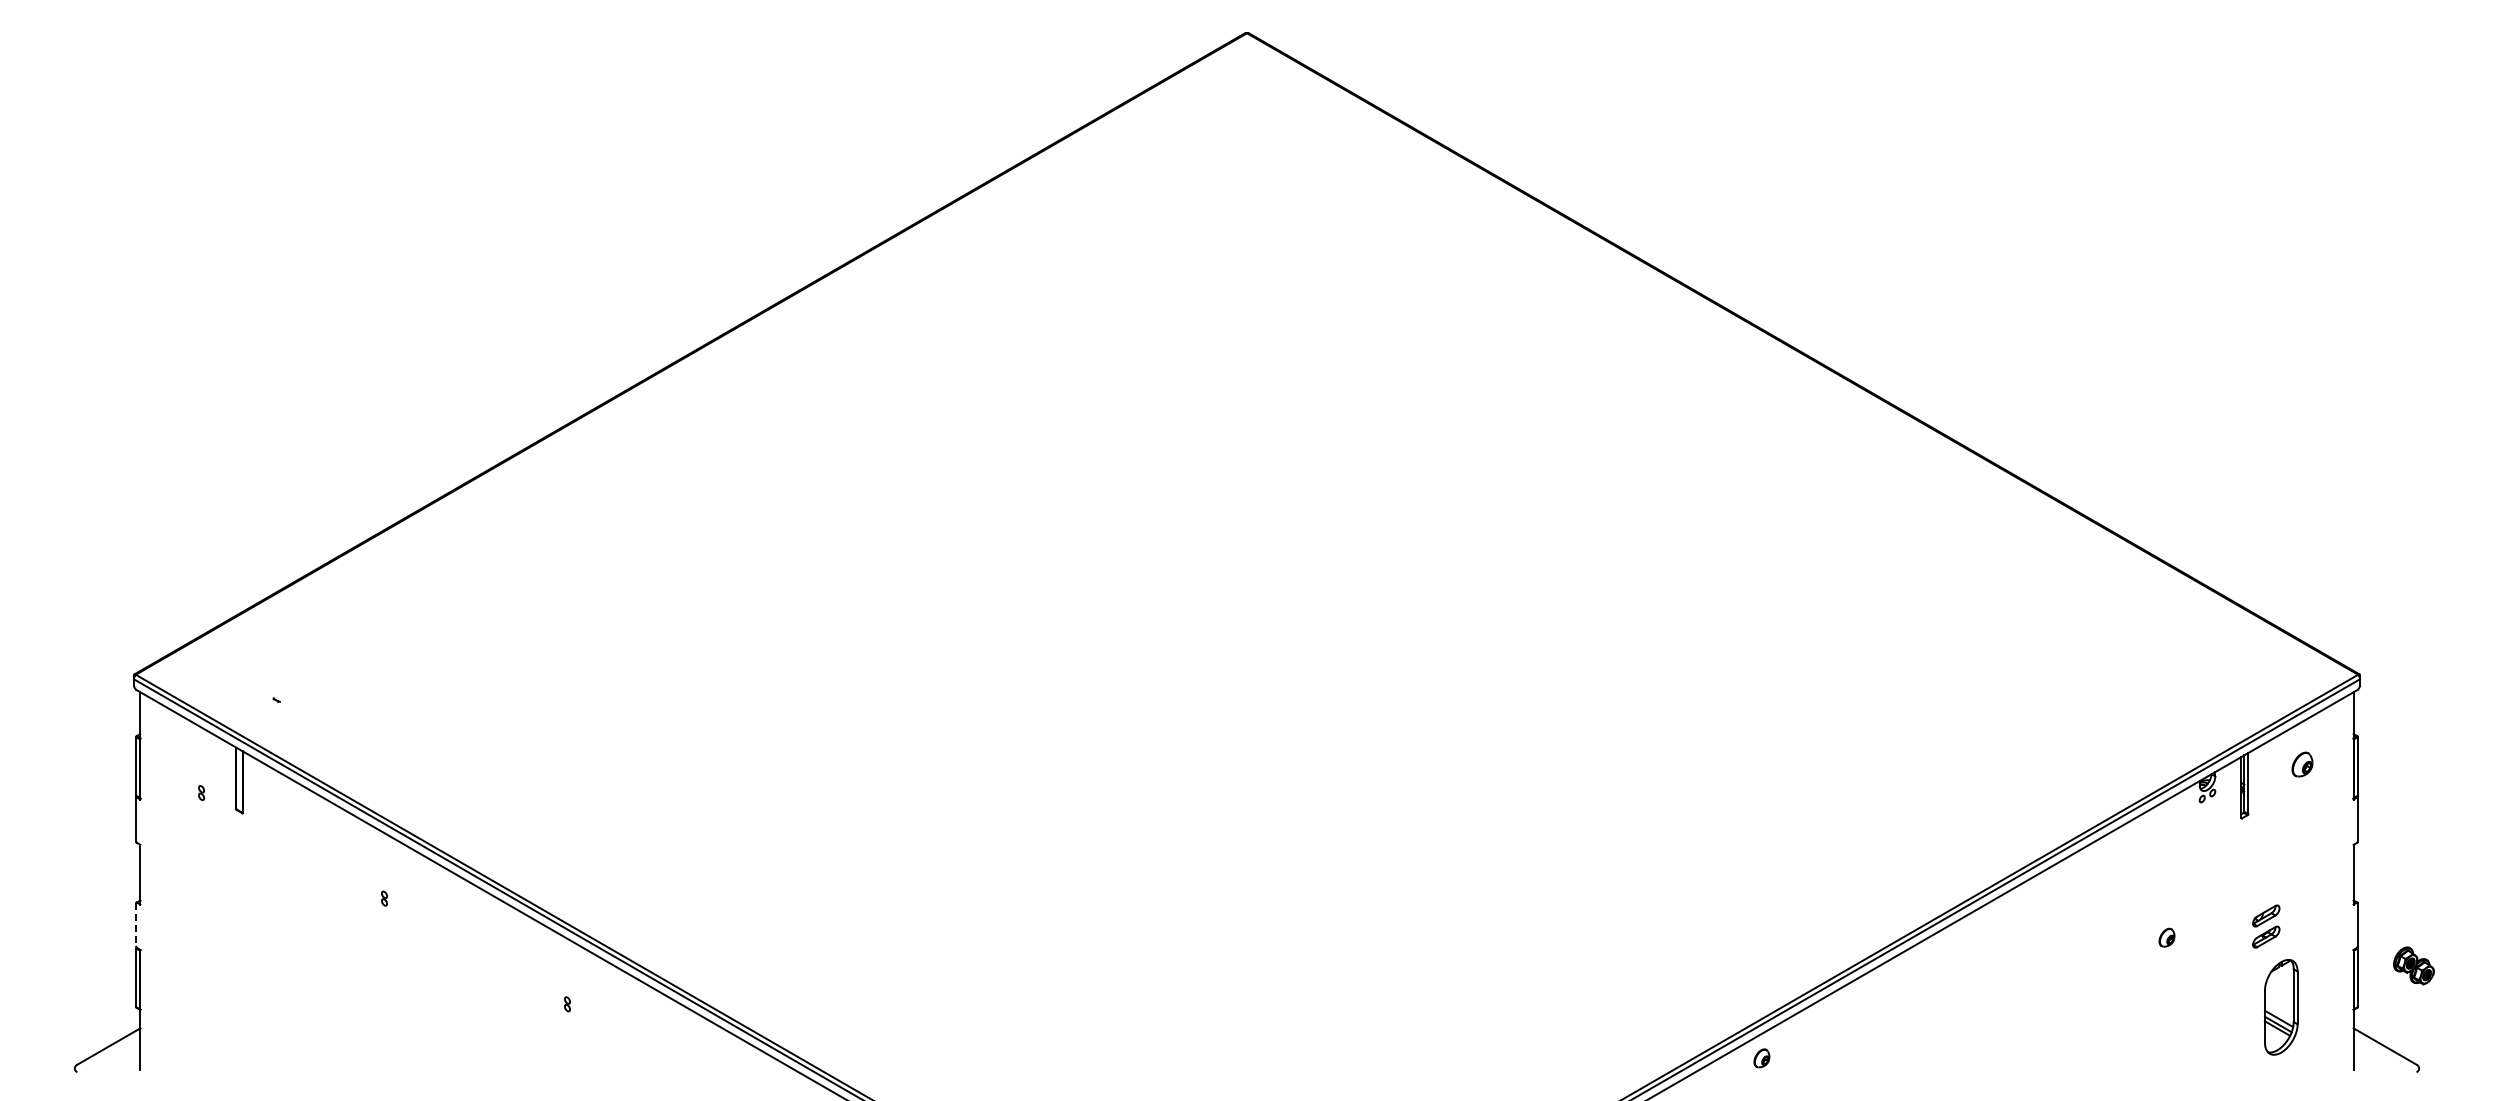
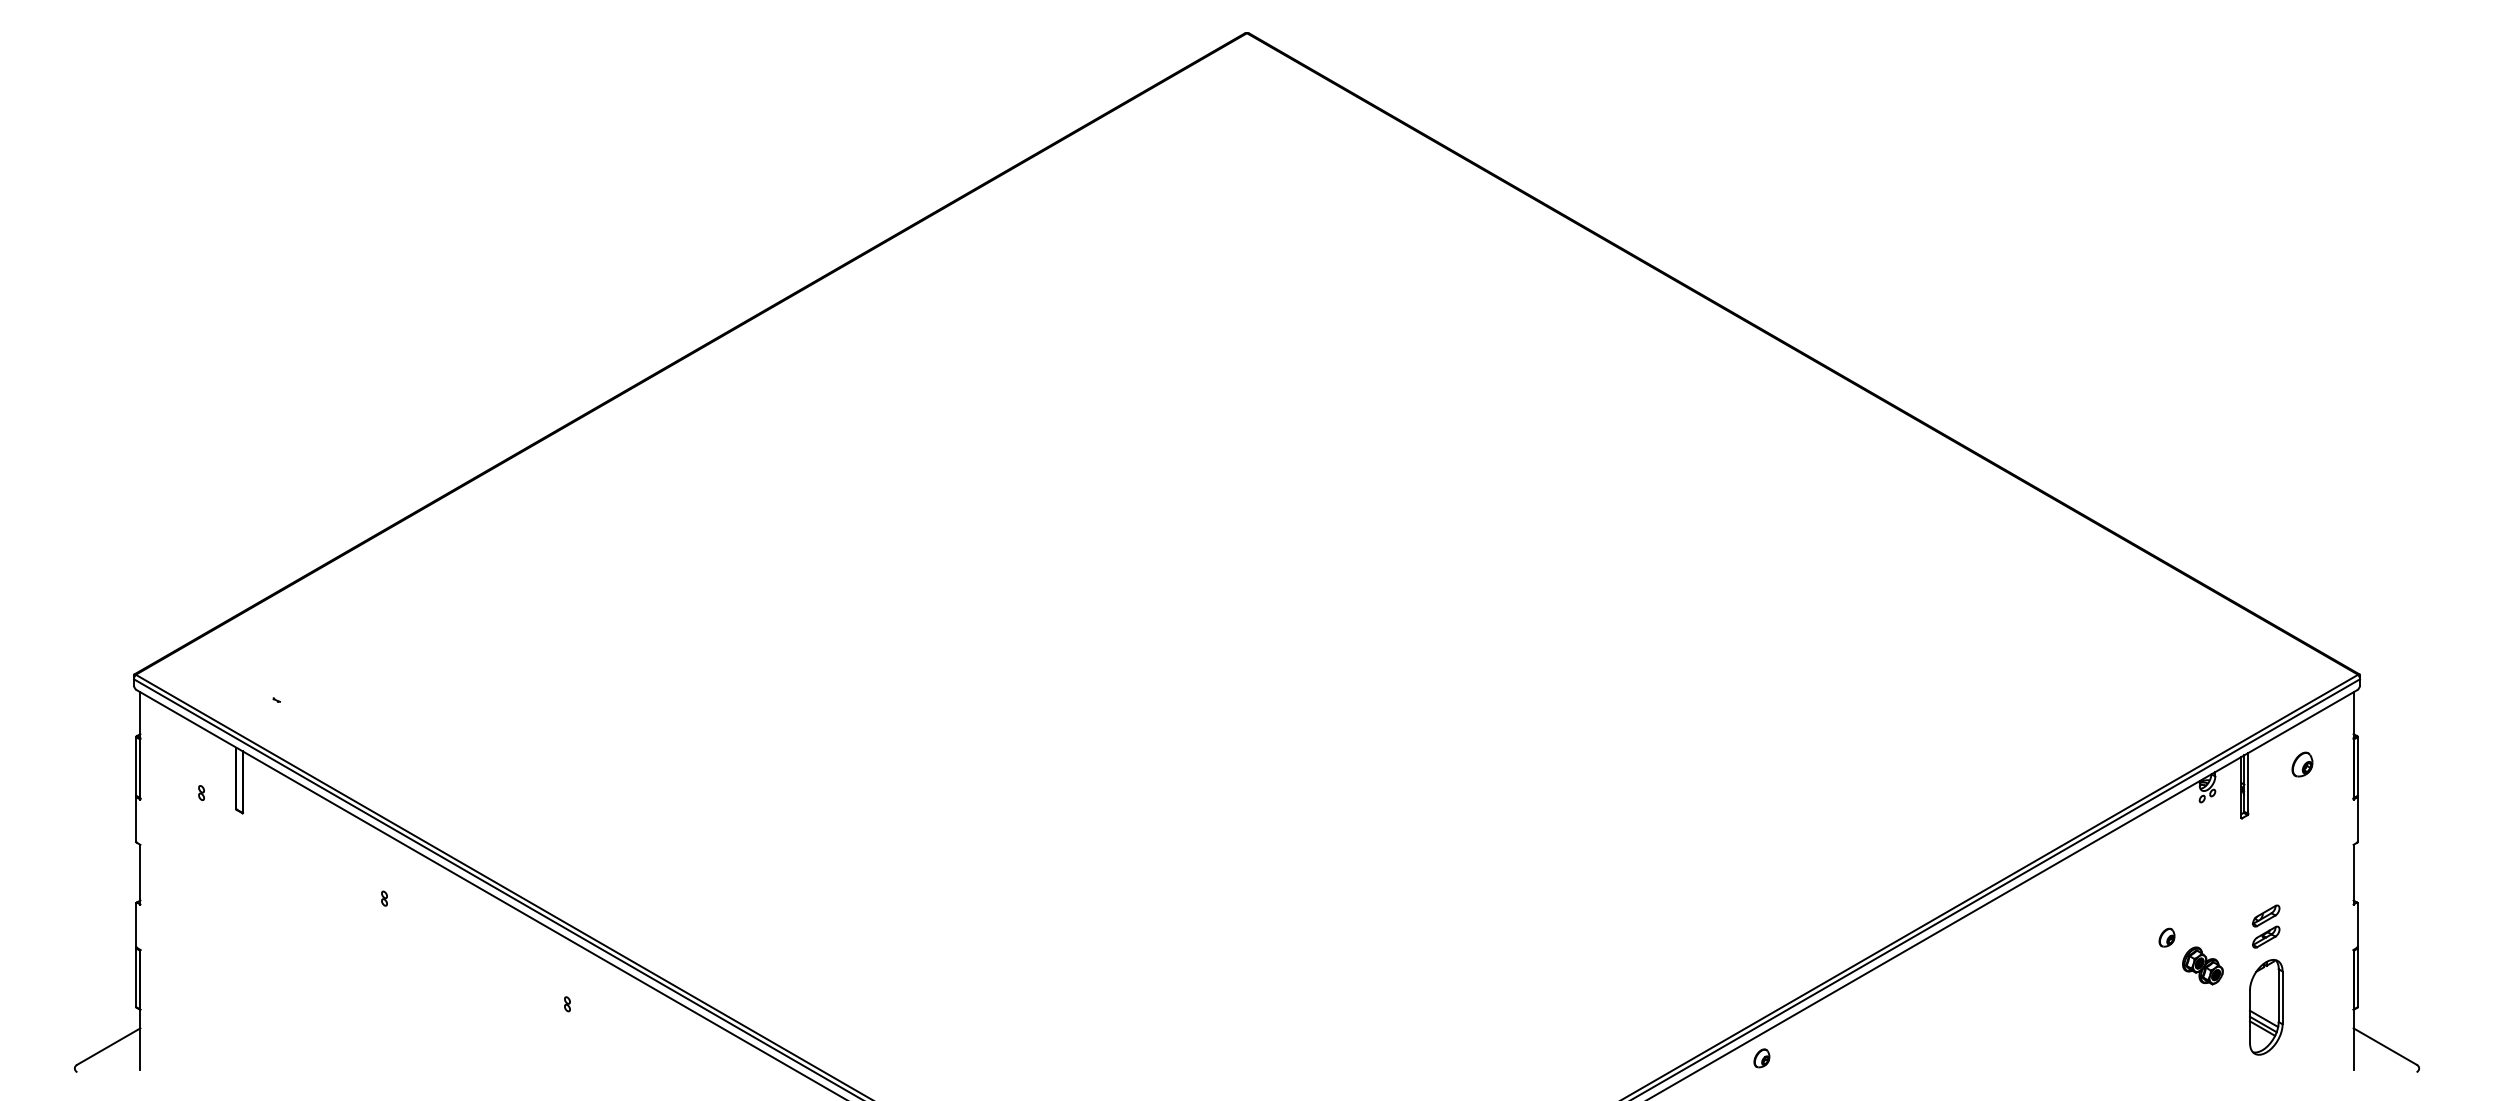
line at (136, 924): dashed -> solid
part at (2413, 965) position: (2413, 965) -> (2202, 965)
part at (2280, 1007) position: (2280, 1007) -> (2265, 1007)
